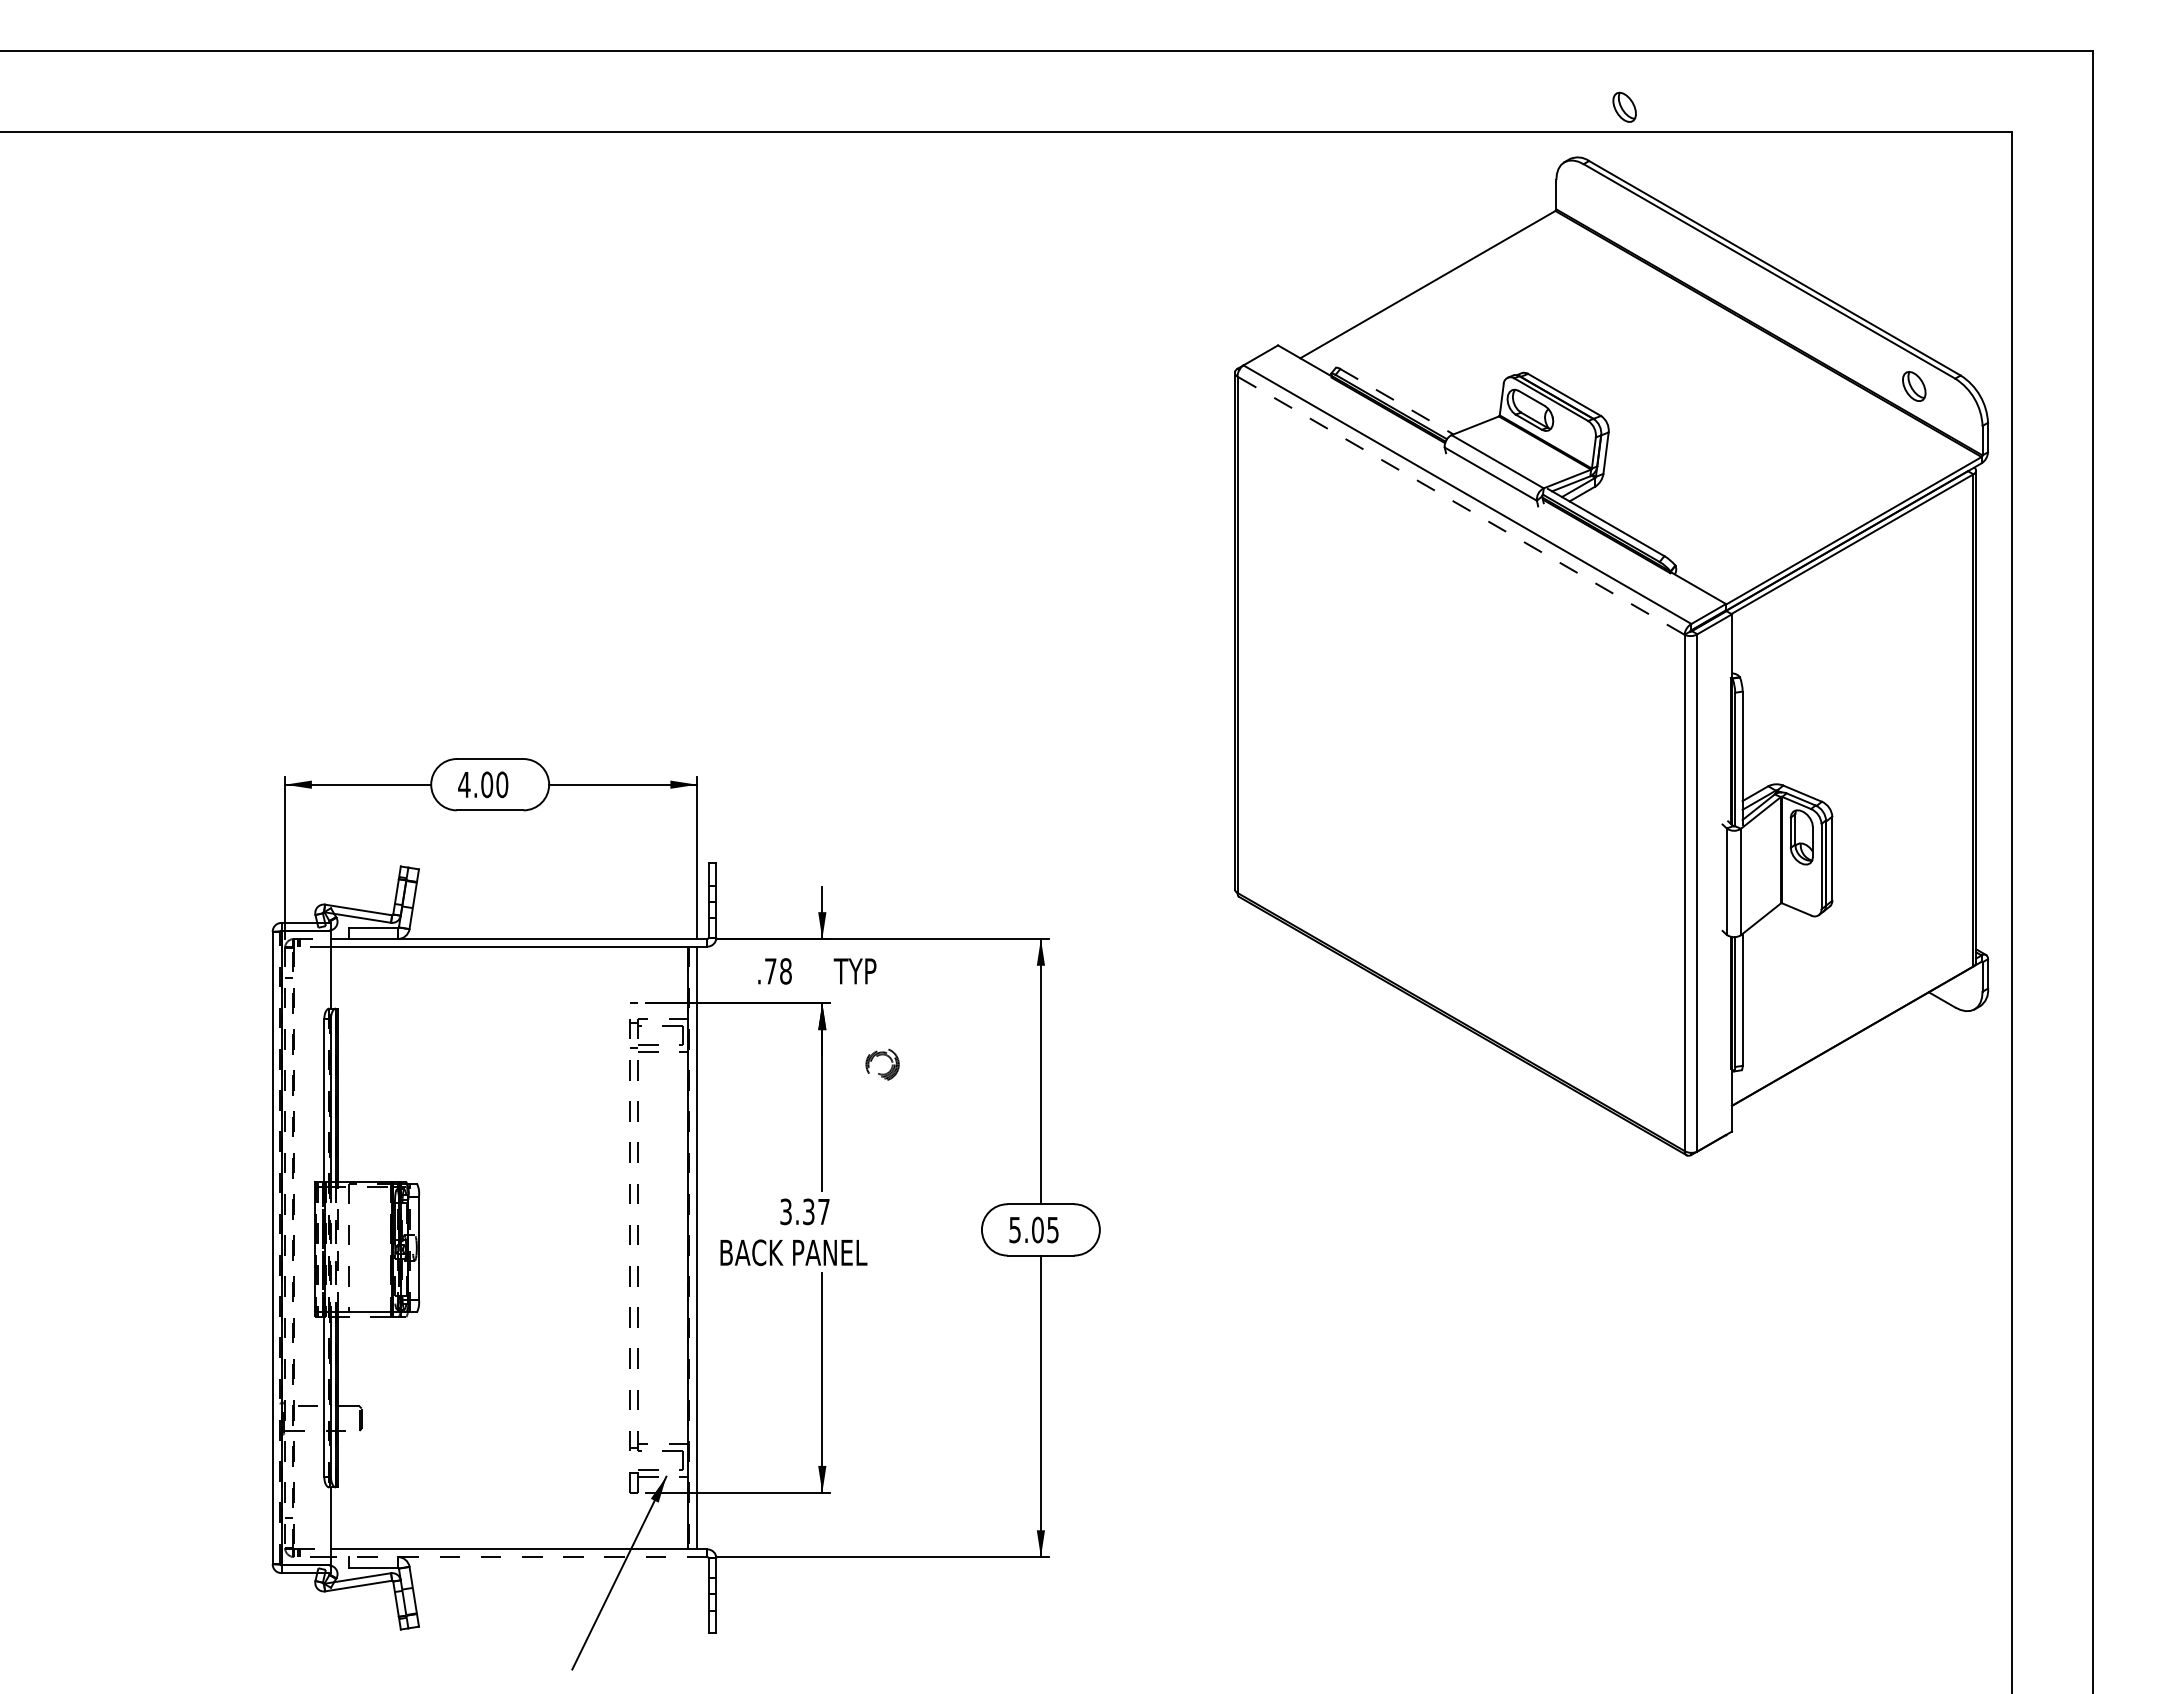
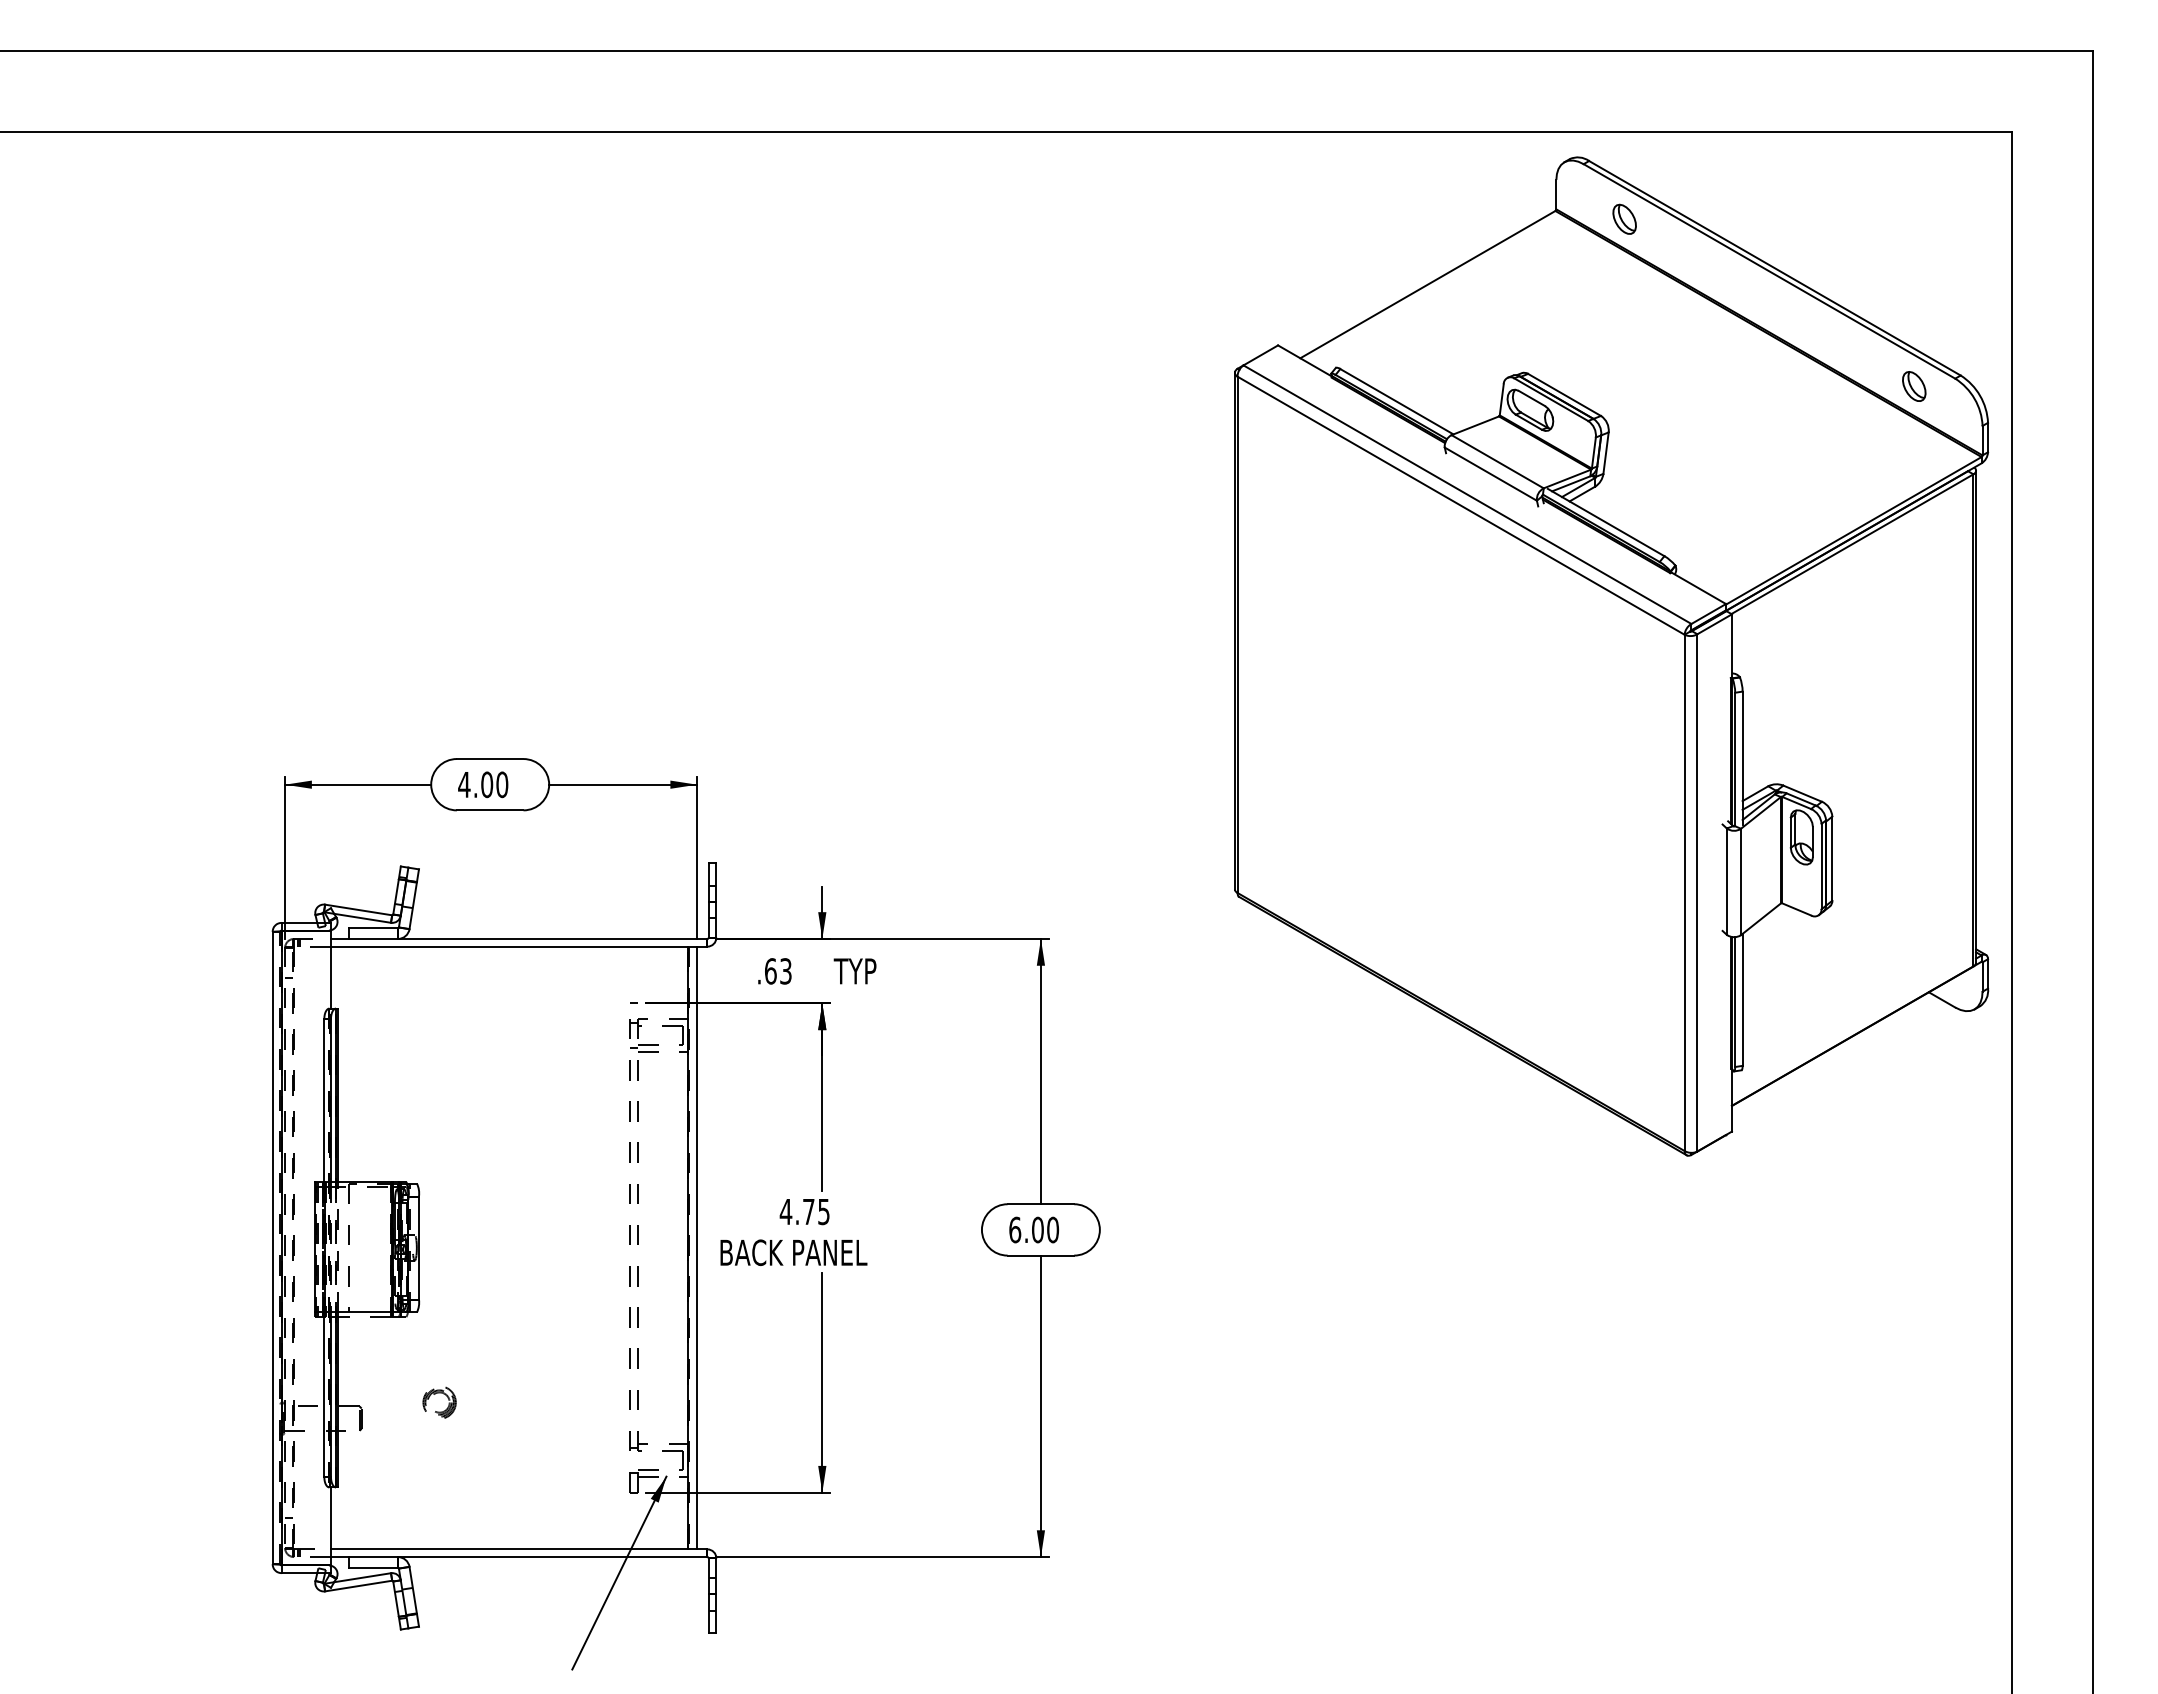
part at (1624, 106) position: (1624, 106) -> (1624, 218)
line at (1397, 401): dashed -> solid
line at (1460, 505): dashed -> solid
text at (778, 971): .78 -> .63
part at (878, 1056) position: (878, 1056) -> (435, 1394)
text at (804, 1211): 3.37 -> 4.75
text at (1034, 1229): 5.05 -> 6.00
line at (518, 1557): dashed -> solid
